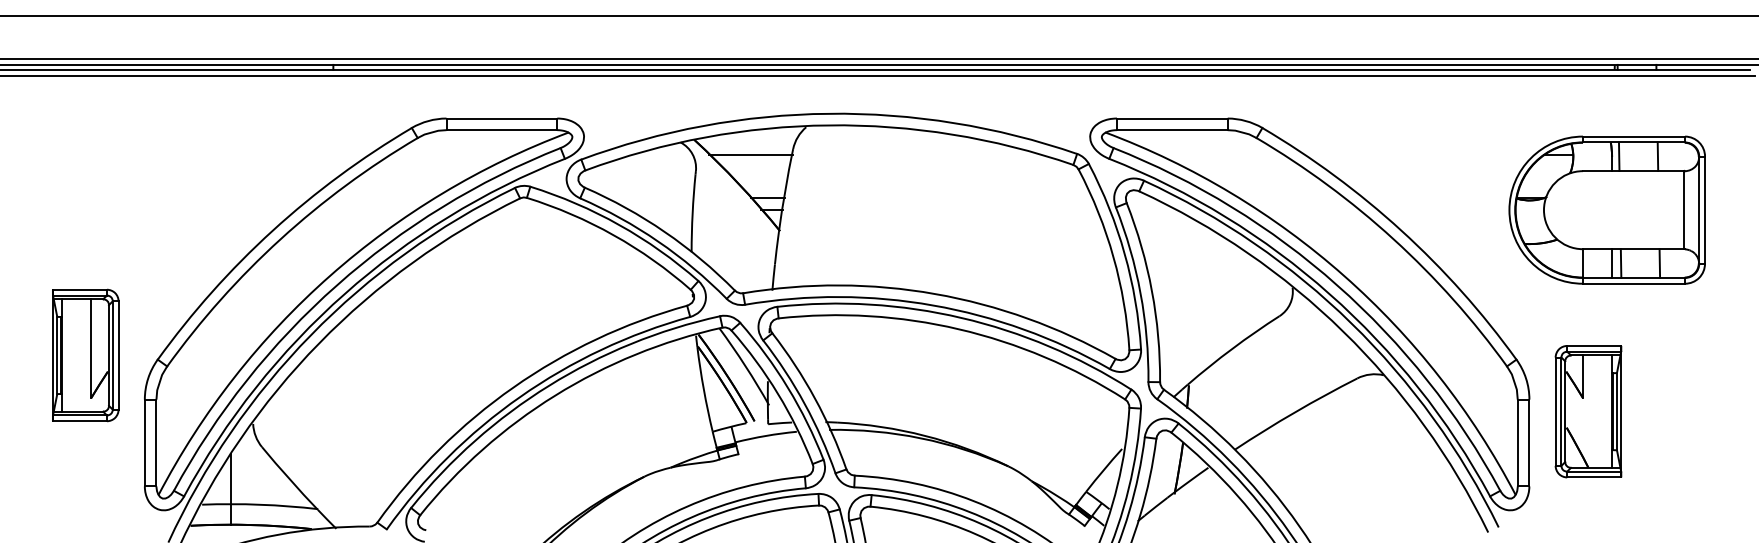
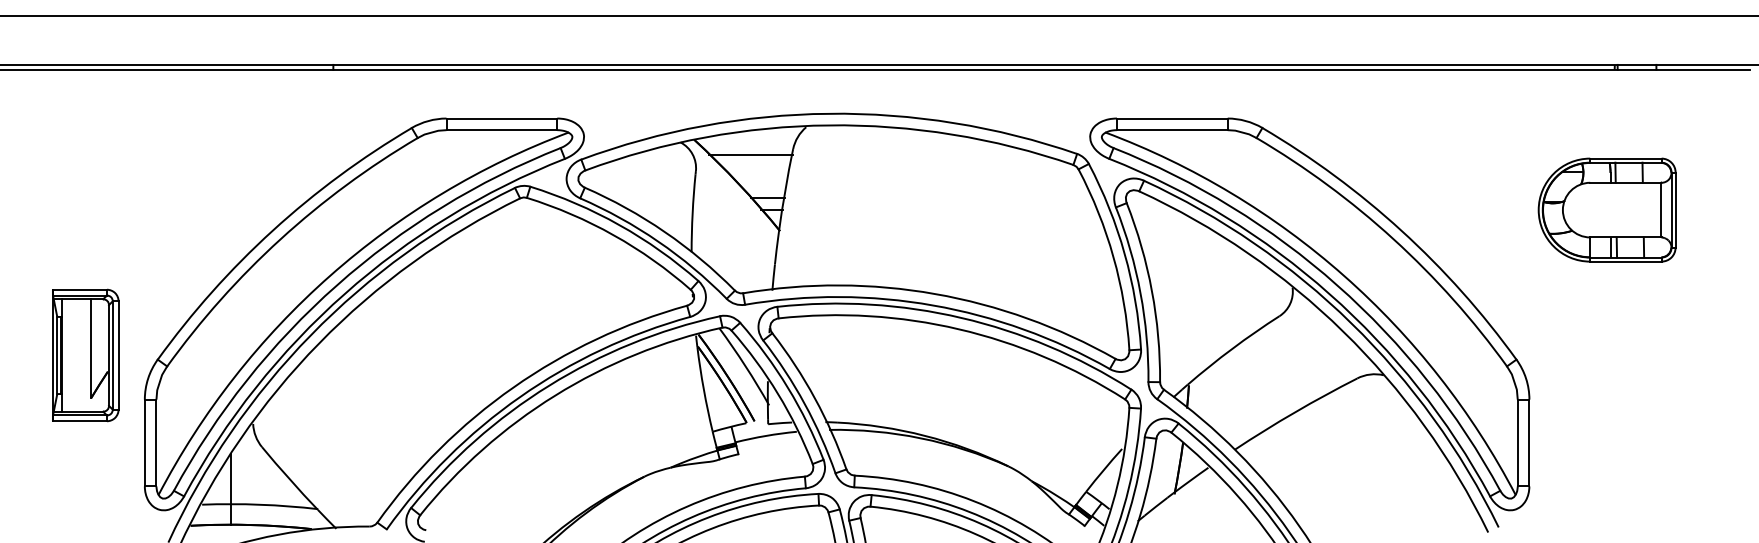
line at (878, 59): present -> none
line at (878, 75): present -> none
part at (1606, 209) size: 198x150 px -> 140x106 px
part at (1588, 411): present -> none
